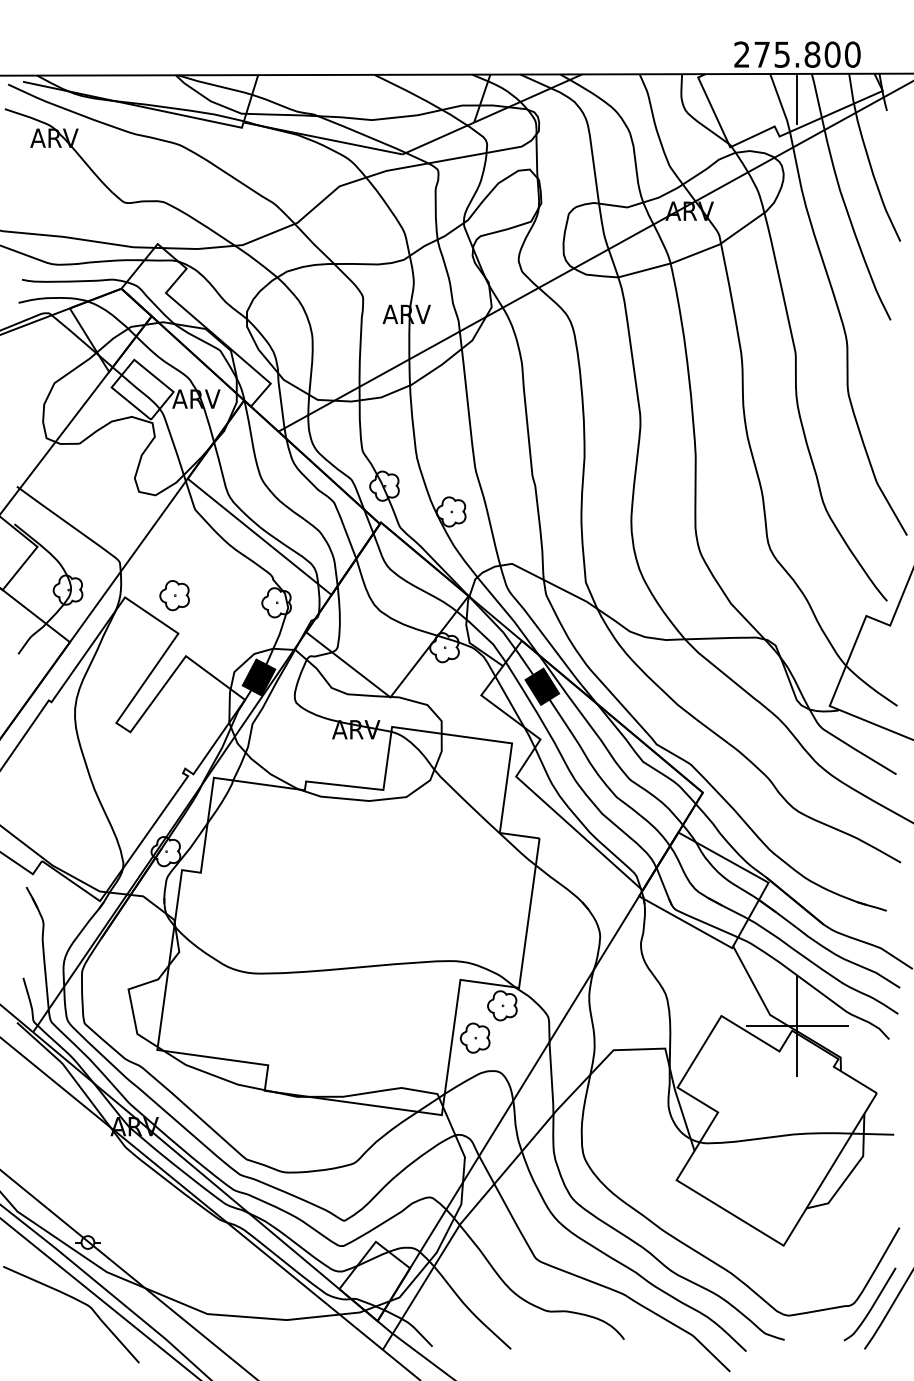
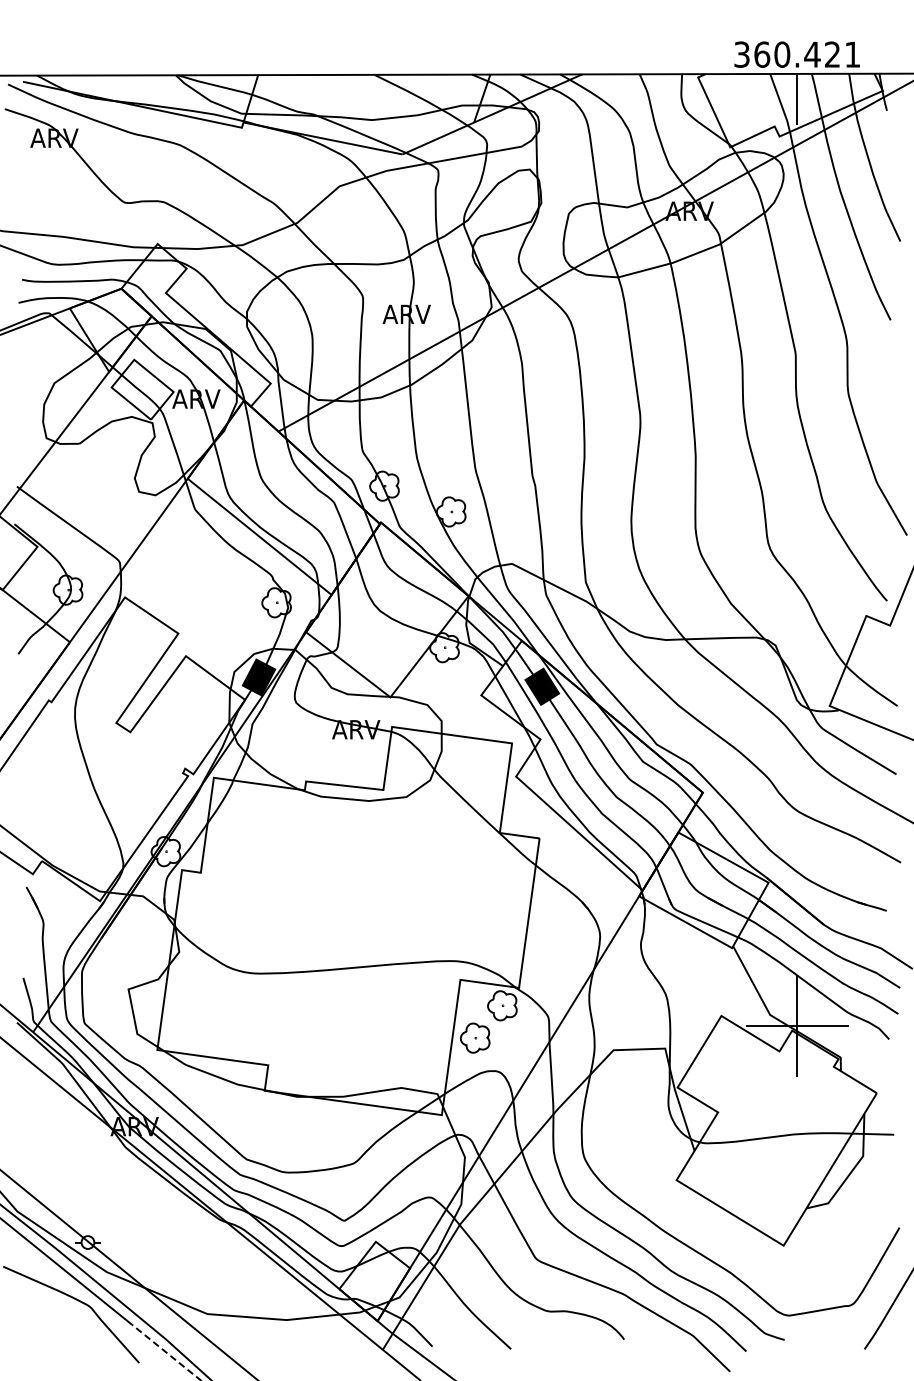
text at (797, 54): 275.800 -> 360.421
part at (174, 595): present -> none
curve at (871, 1306): present -> none
line at (166, 1352): solid -> dashed
